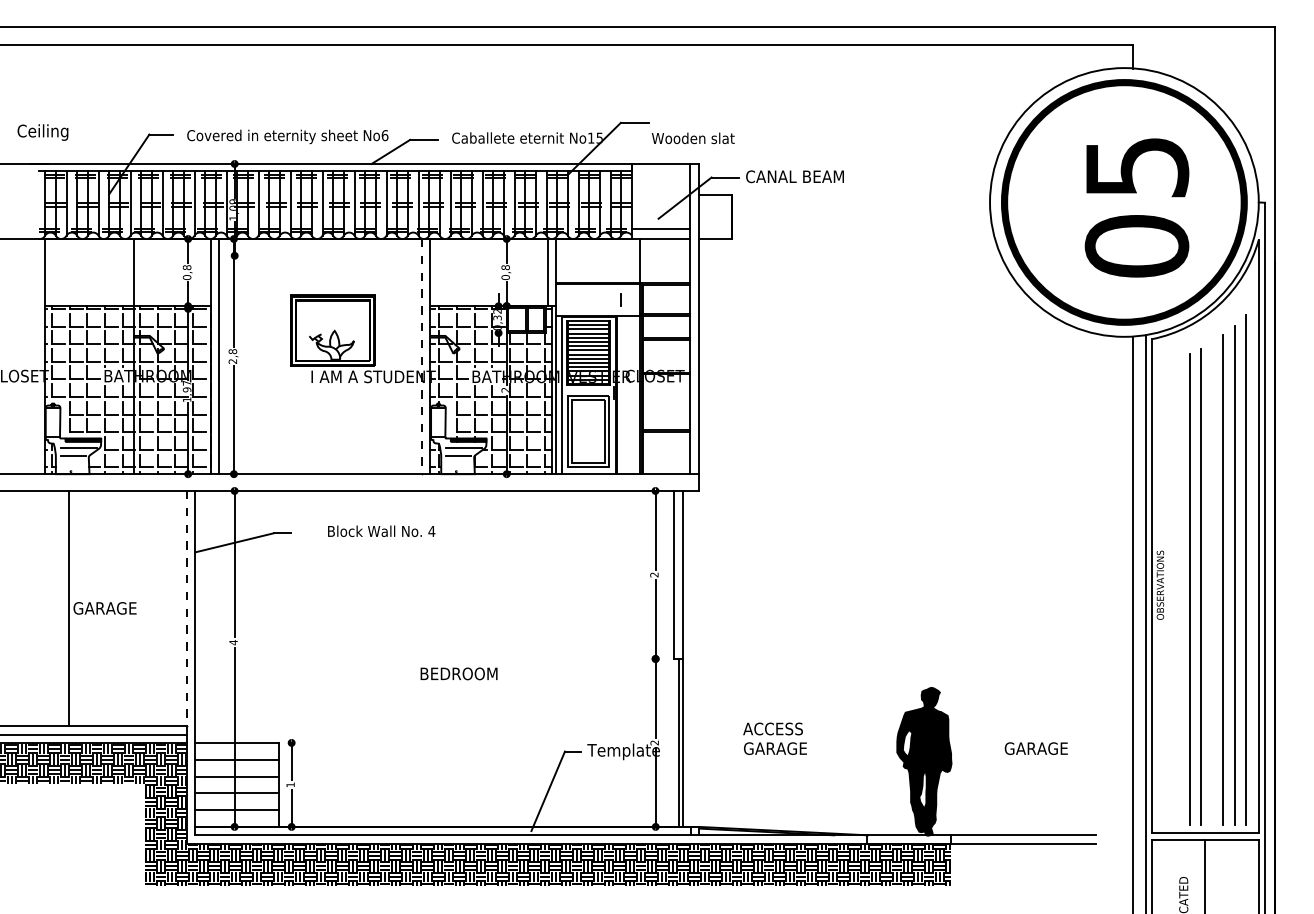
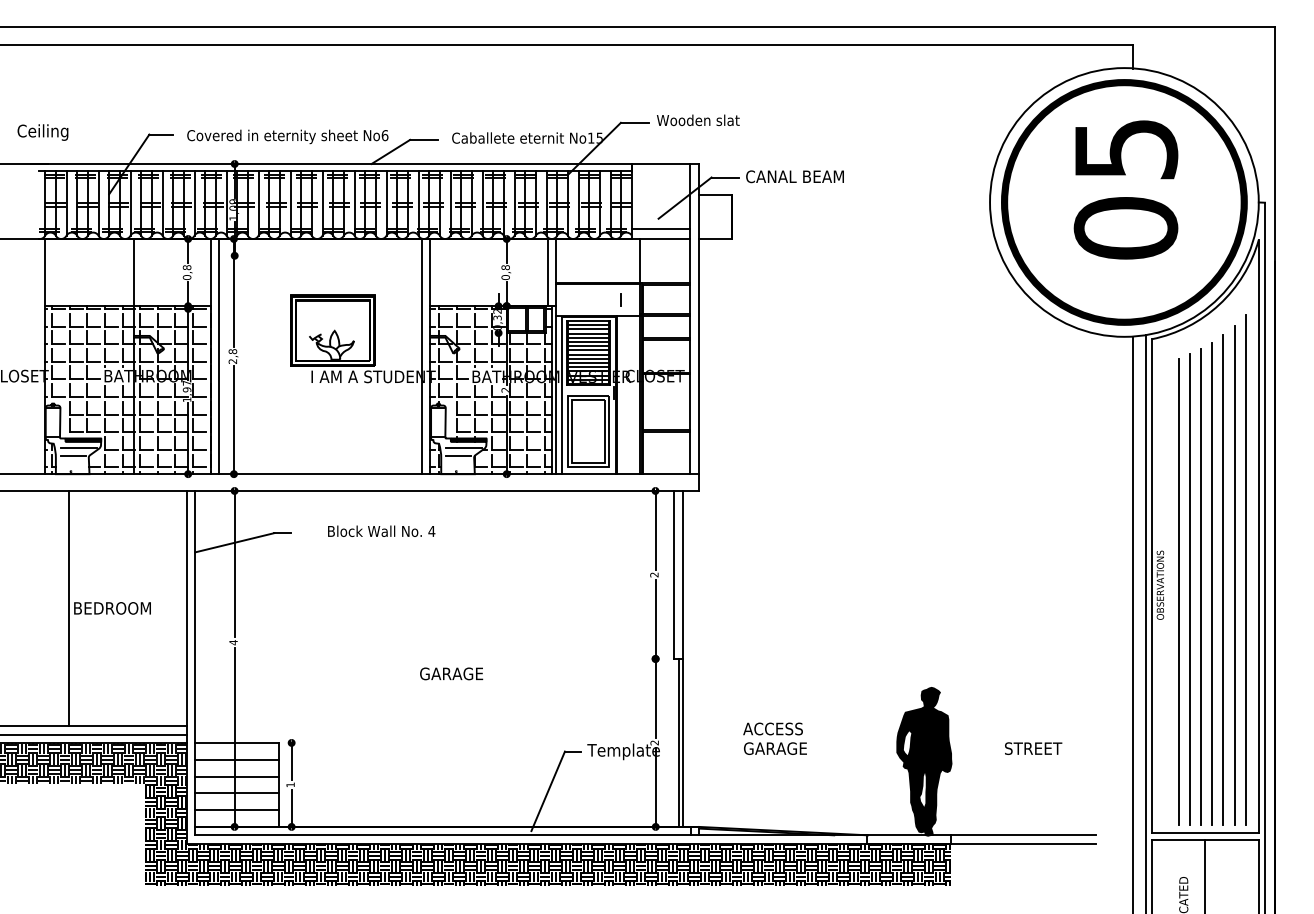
text at (693, 138) position: (693, 138) -> (698, 120)
text at (1136, 207) position: (1136, 207) -> (1125, 189)
line at (421, 356): dashed -> solid
line at (1212, 583): none -> present
line at (1179, 591): none -> present
text at (111, 608): GARAGE -> BEDROOM
line at (186, 608): dashed -> solid
text at (458, 673): BEDROOM -> GARAGE
text at (1035, 748): GARAGE -> STREET
